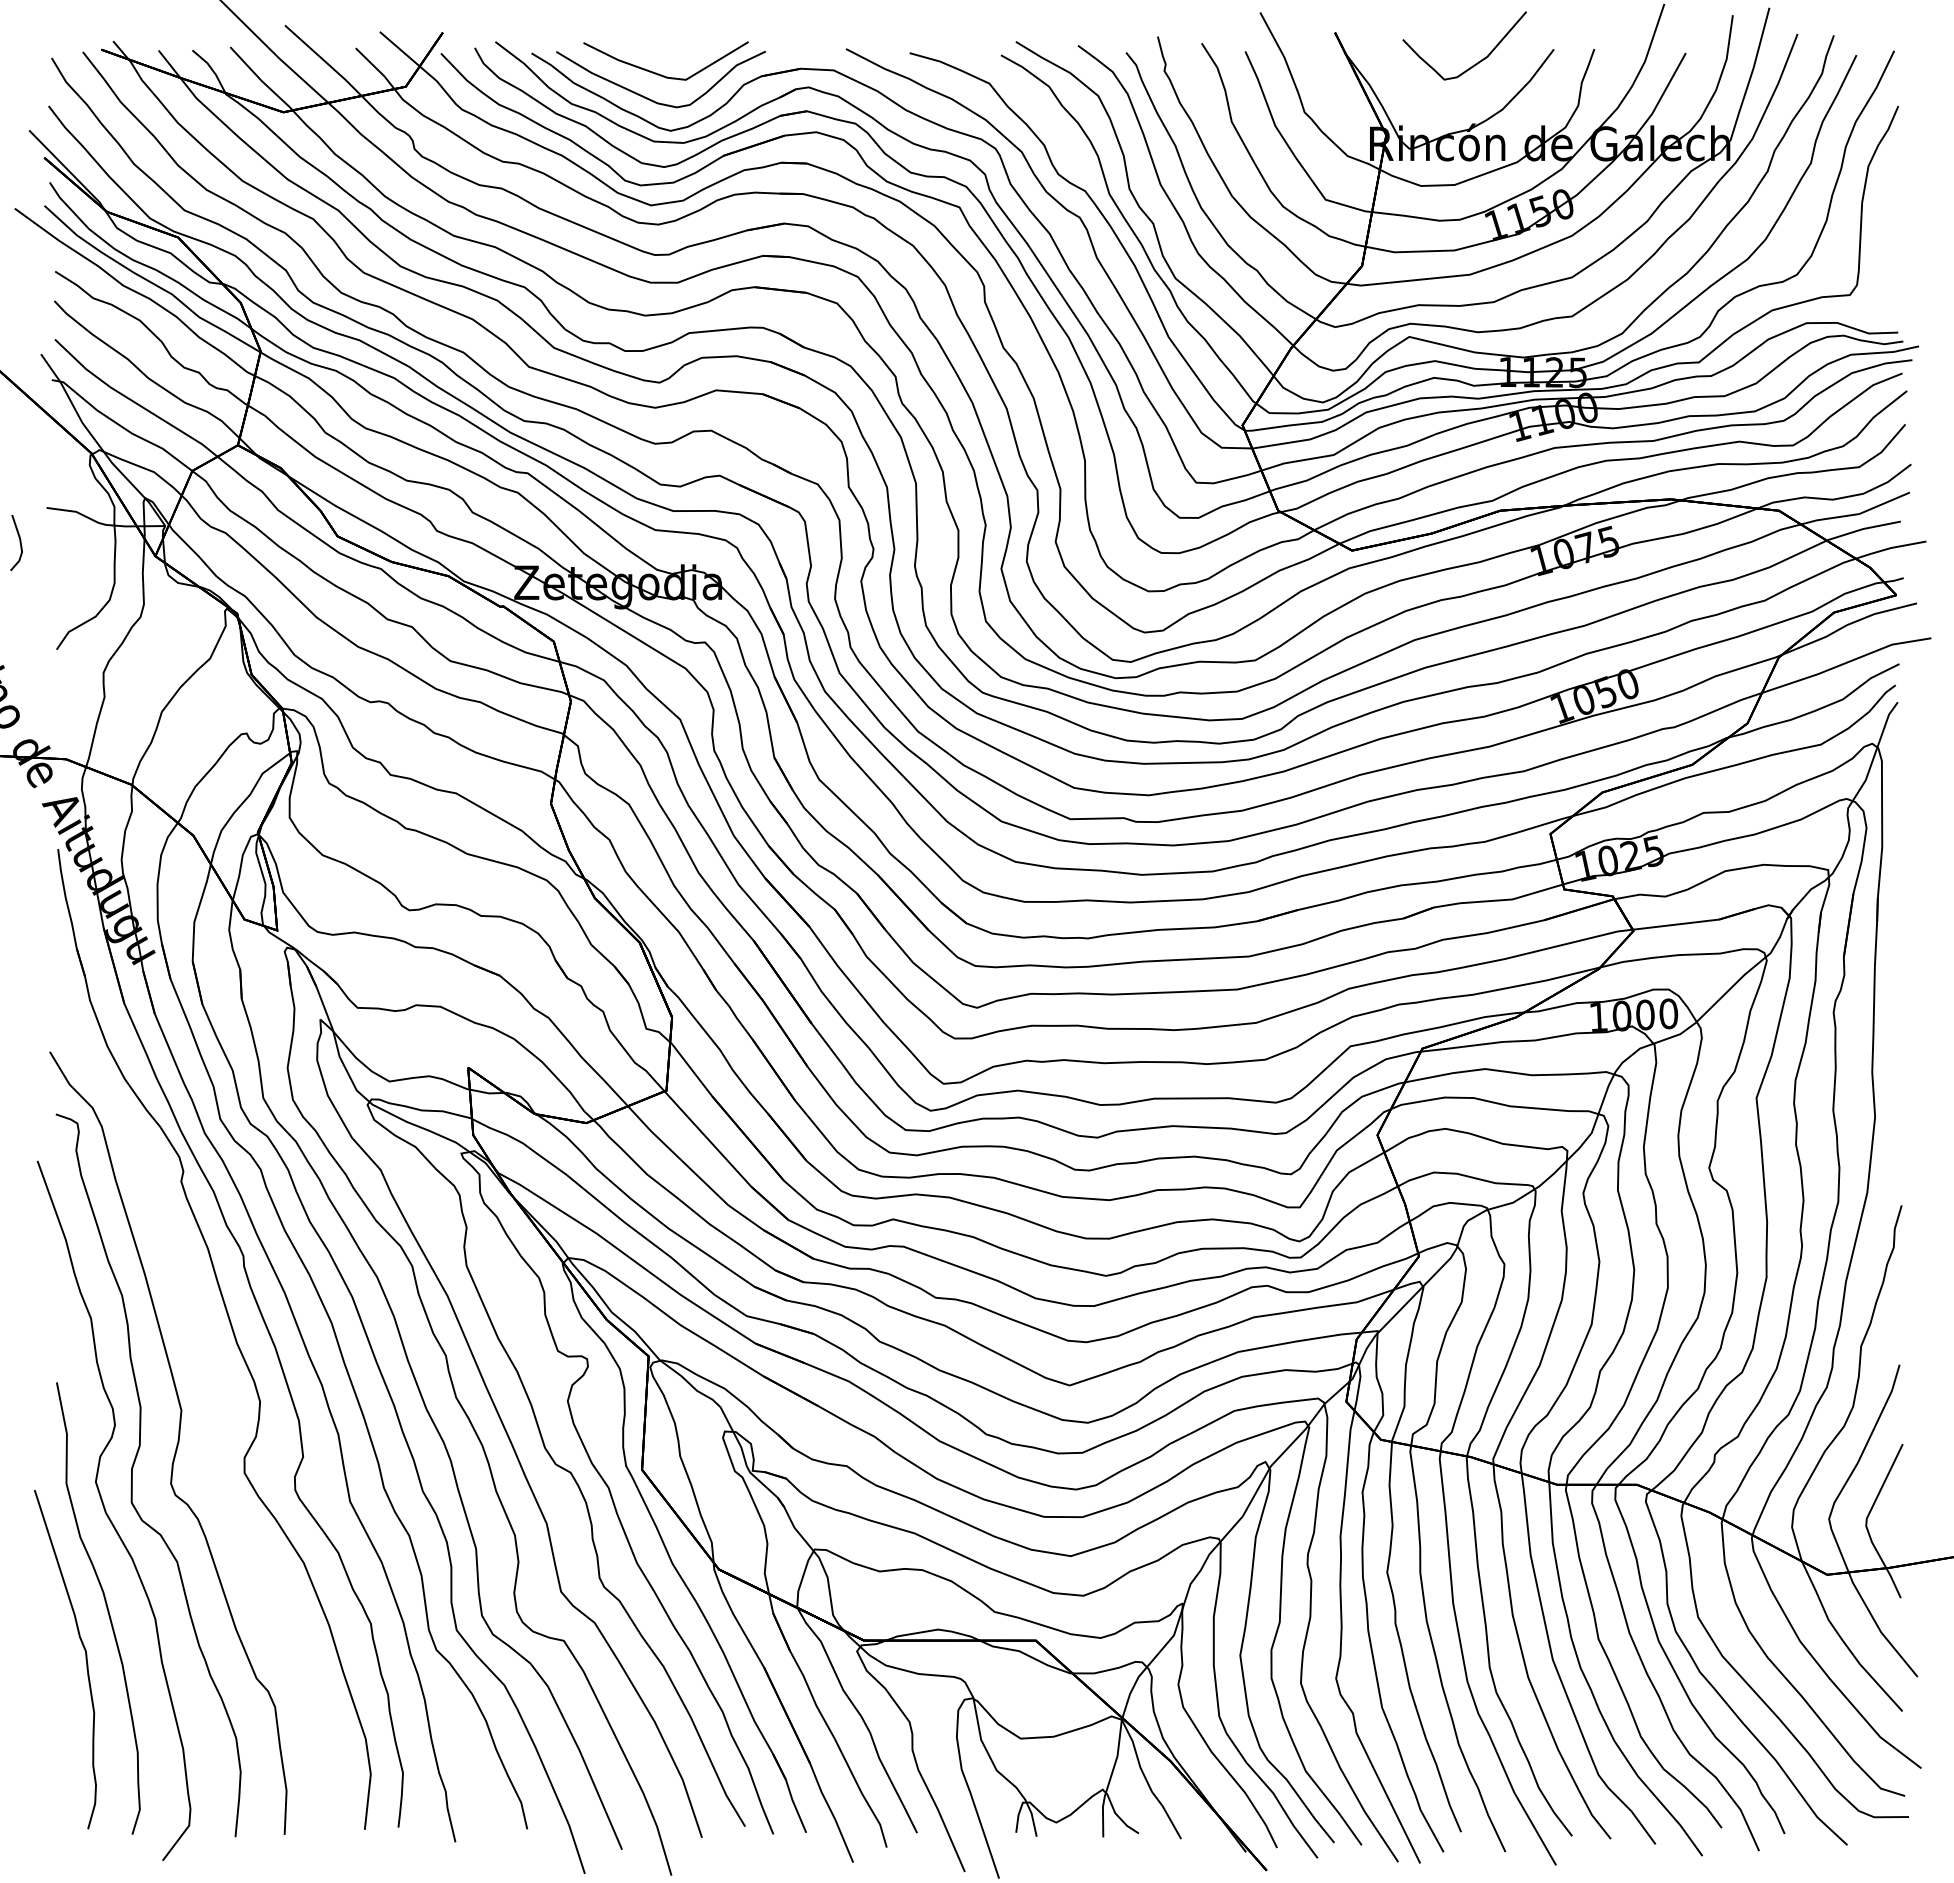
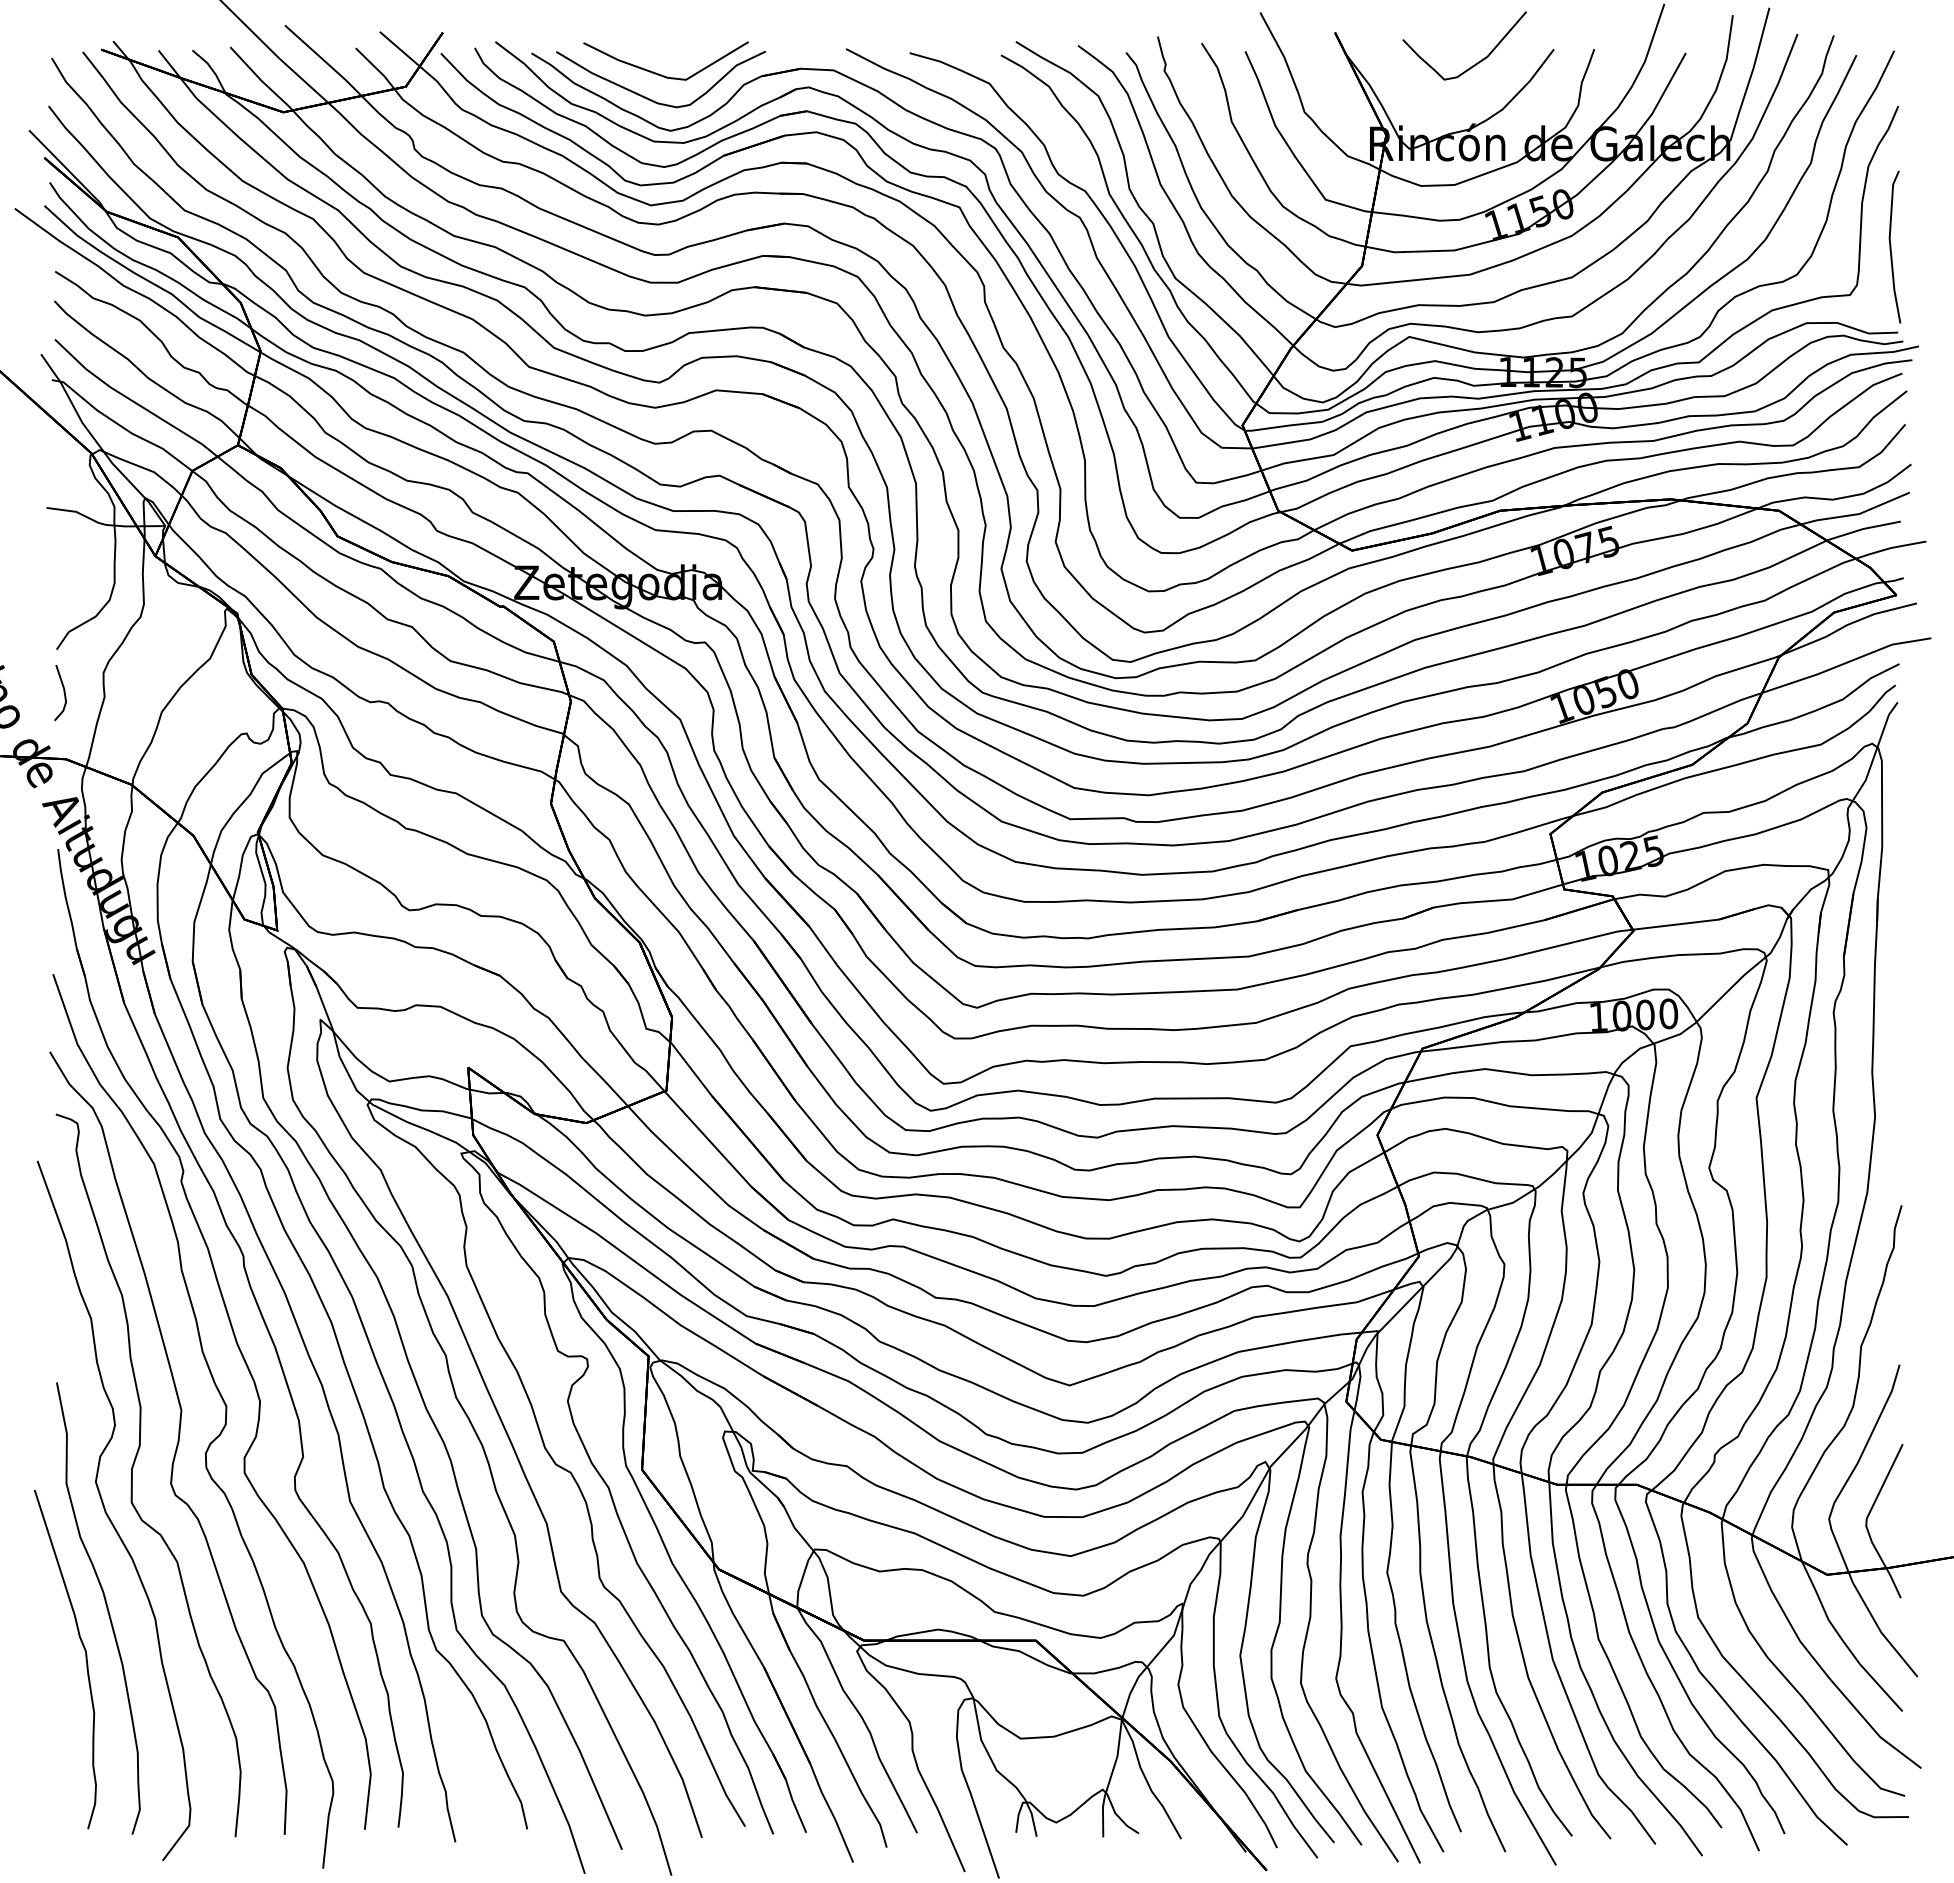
line at (1891, 246): none -> present
line at (19, 543) position: (19, 543) -> (63, 693)
curve at (212, 1440): none -> present
